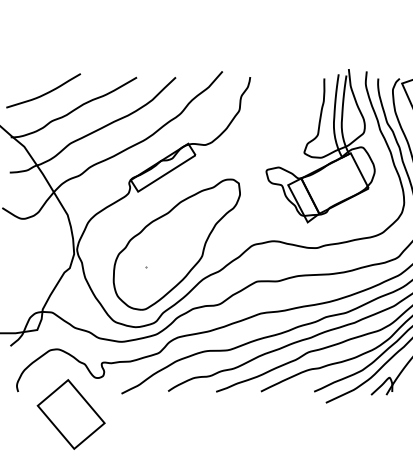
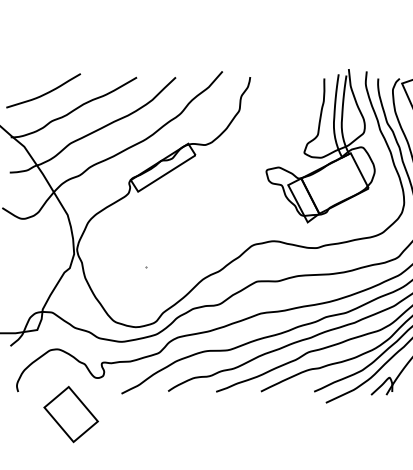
part at (176, 244): present -> none
part at (70, 414) size: 70x71 px -> 56x58 px
